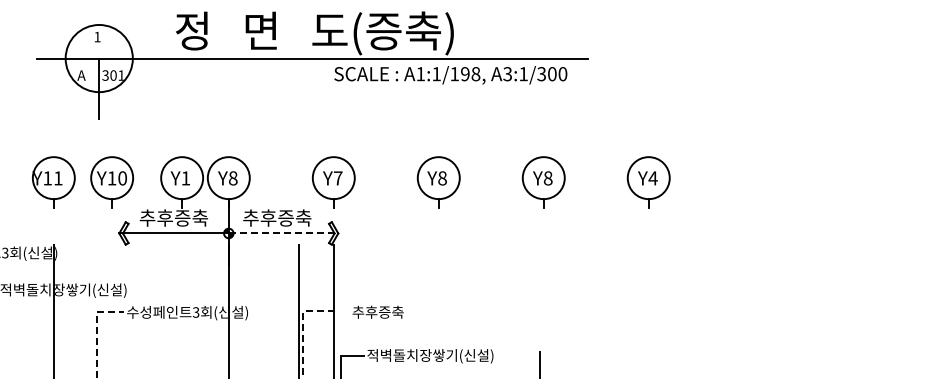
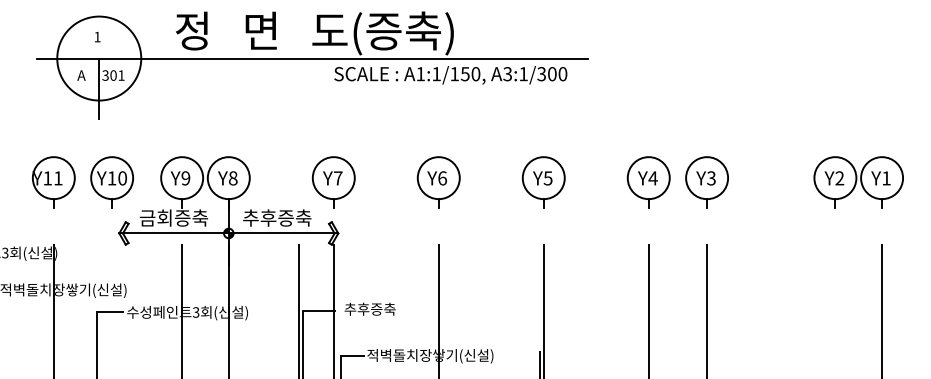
circle at (98, 58) diameter: 67 px -> 84 px
text at (470, 74): A1:1/198, -> A1:1/150,
text at (185, 178): Y1 -> Y9
text at (442, 178): Y8 -> Y6
text at (547, 178): Y8 -> Y5
part at (706, 182): none -> present
part at (858, 182): none -> present
text at (155, 217): 추후증축 -> 금회증축
line at (283, 233): dashed -> solid
line at (182, 309): none -> present
line at (438, 309): none -> present
line at (543, 309): none -> present
line at (648, 309): none -> present
line at (707, 309): none -> present
line at (882, 309): none -> present
text at (377, 311) position: (377, 311) -> (369, 308)
line at (303, 327): dashed -> solid
line at (96, 330): dashed -> solid
